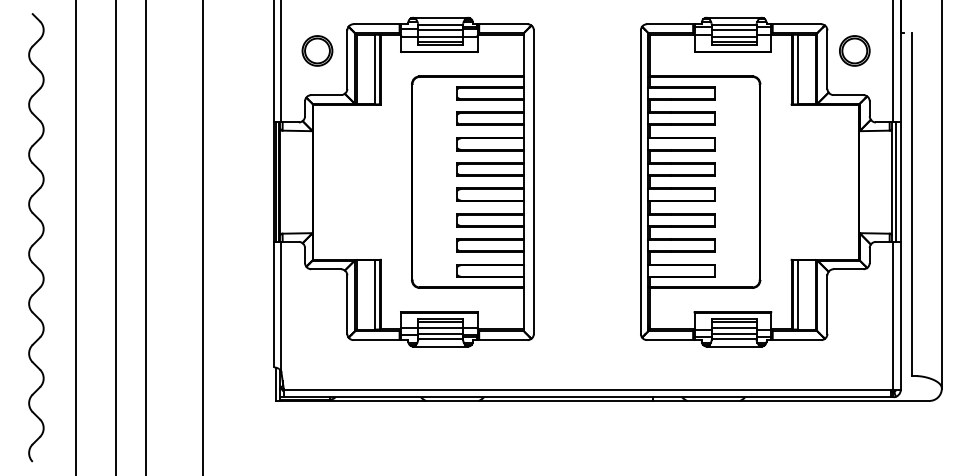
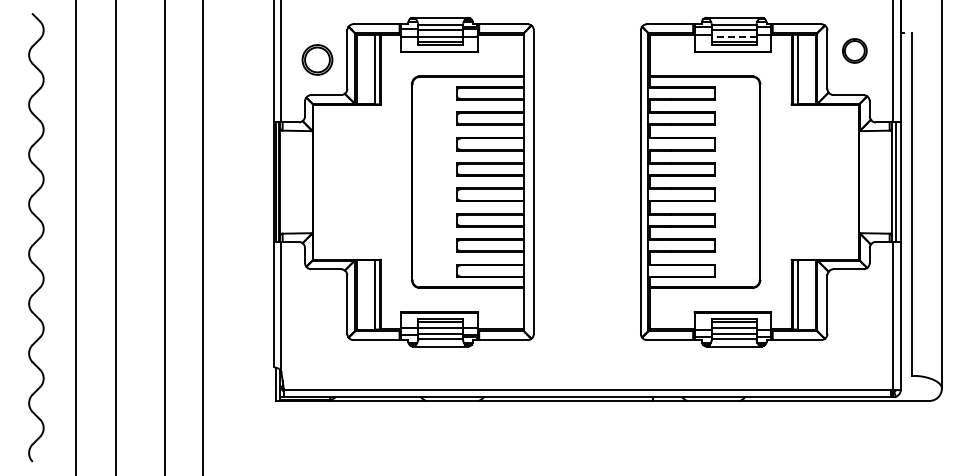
line at (733, 36): solid -> dashed
part at (317, 50) position: (317, 50) -> (317, 59)
part at (854, 50) size: 32x32 px -> 26x26 px
line at (145, 237) position: (145, 237) -> (164, 237)
